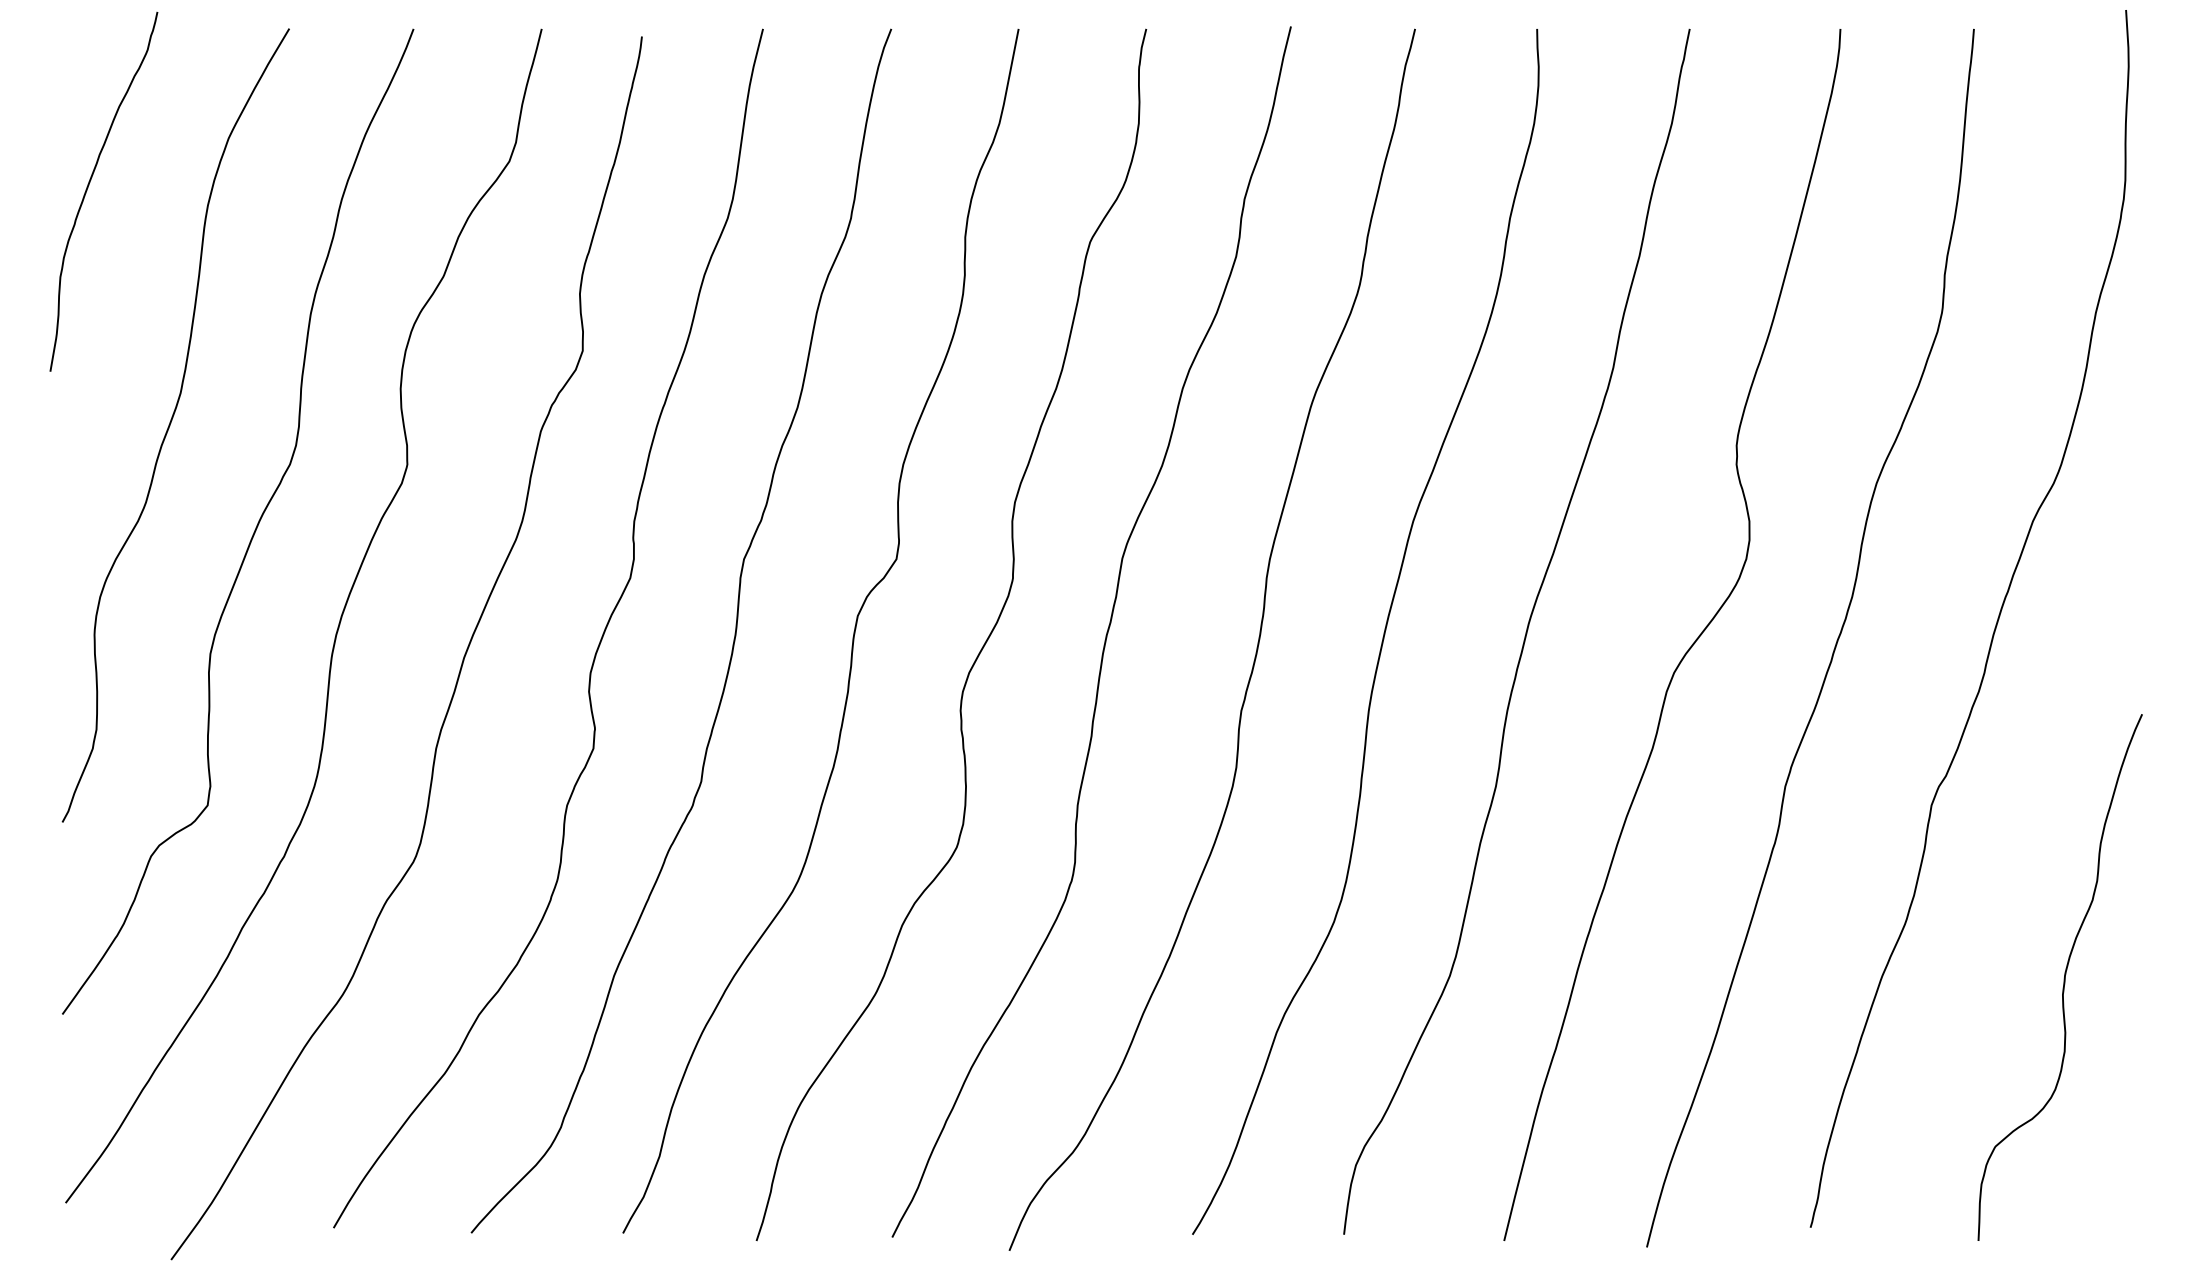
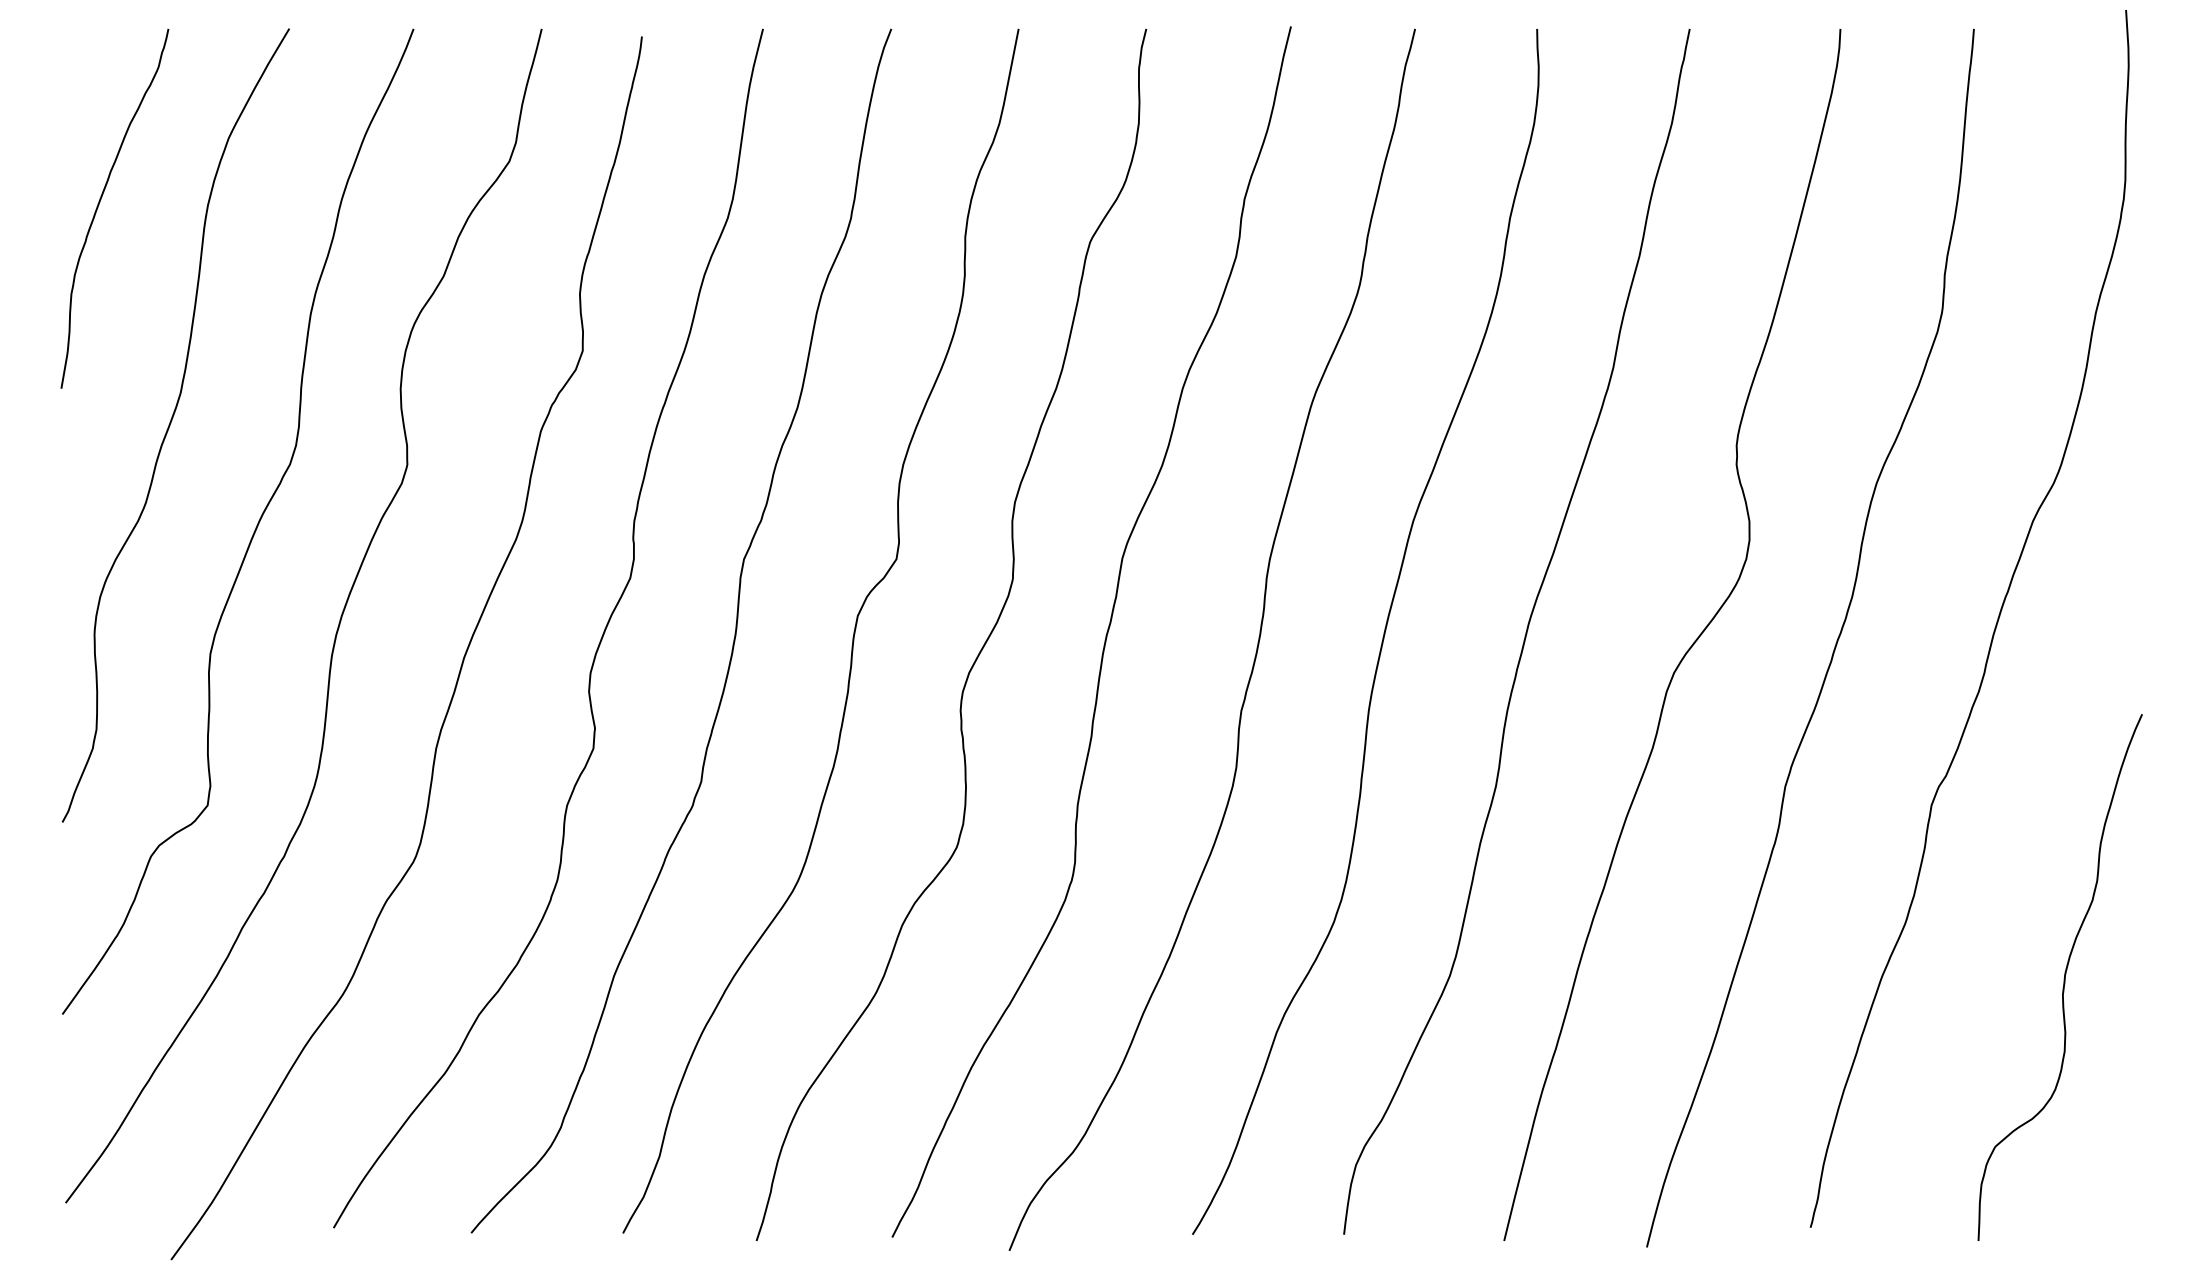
curve at (89, 185) position: (89, 185) -> (100, 202)
